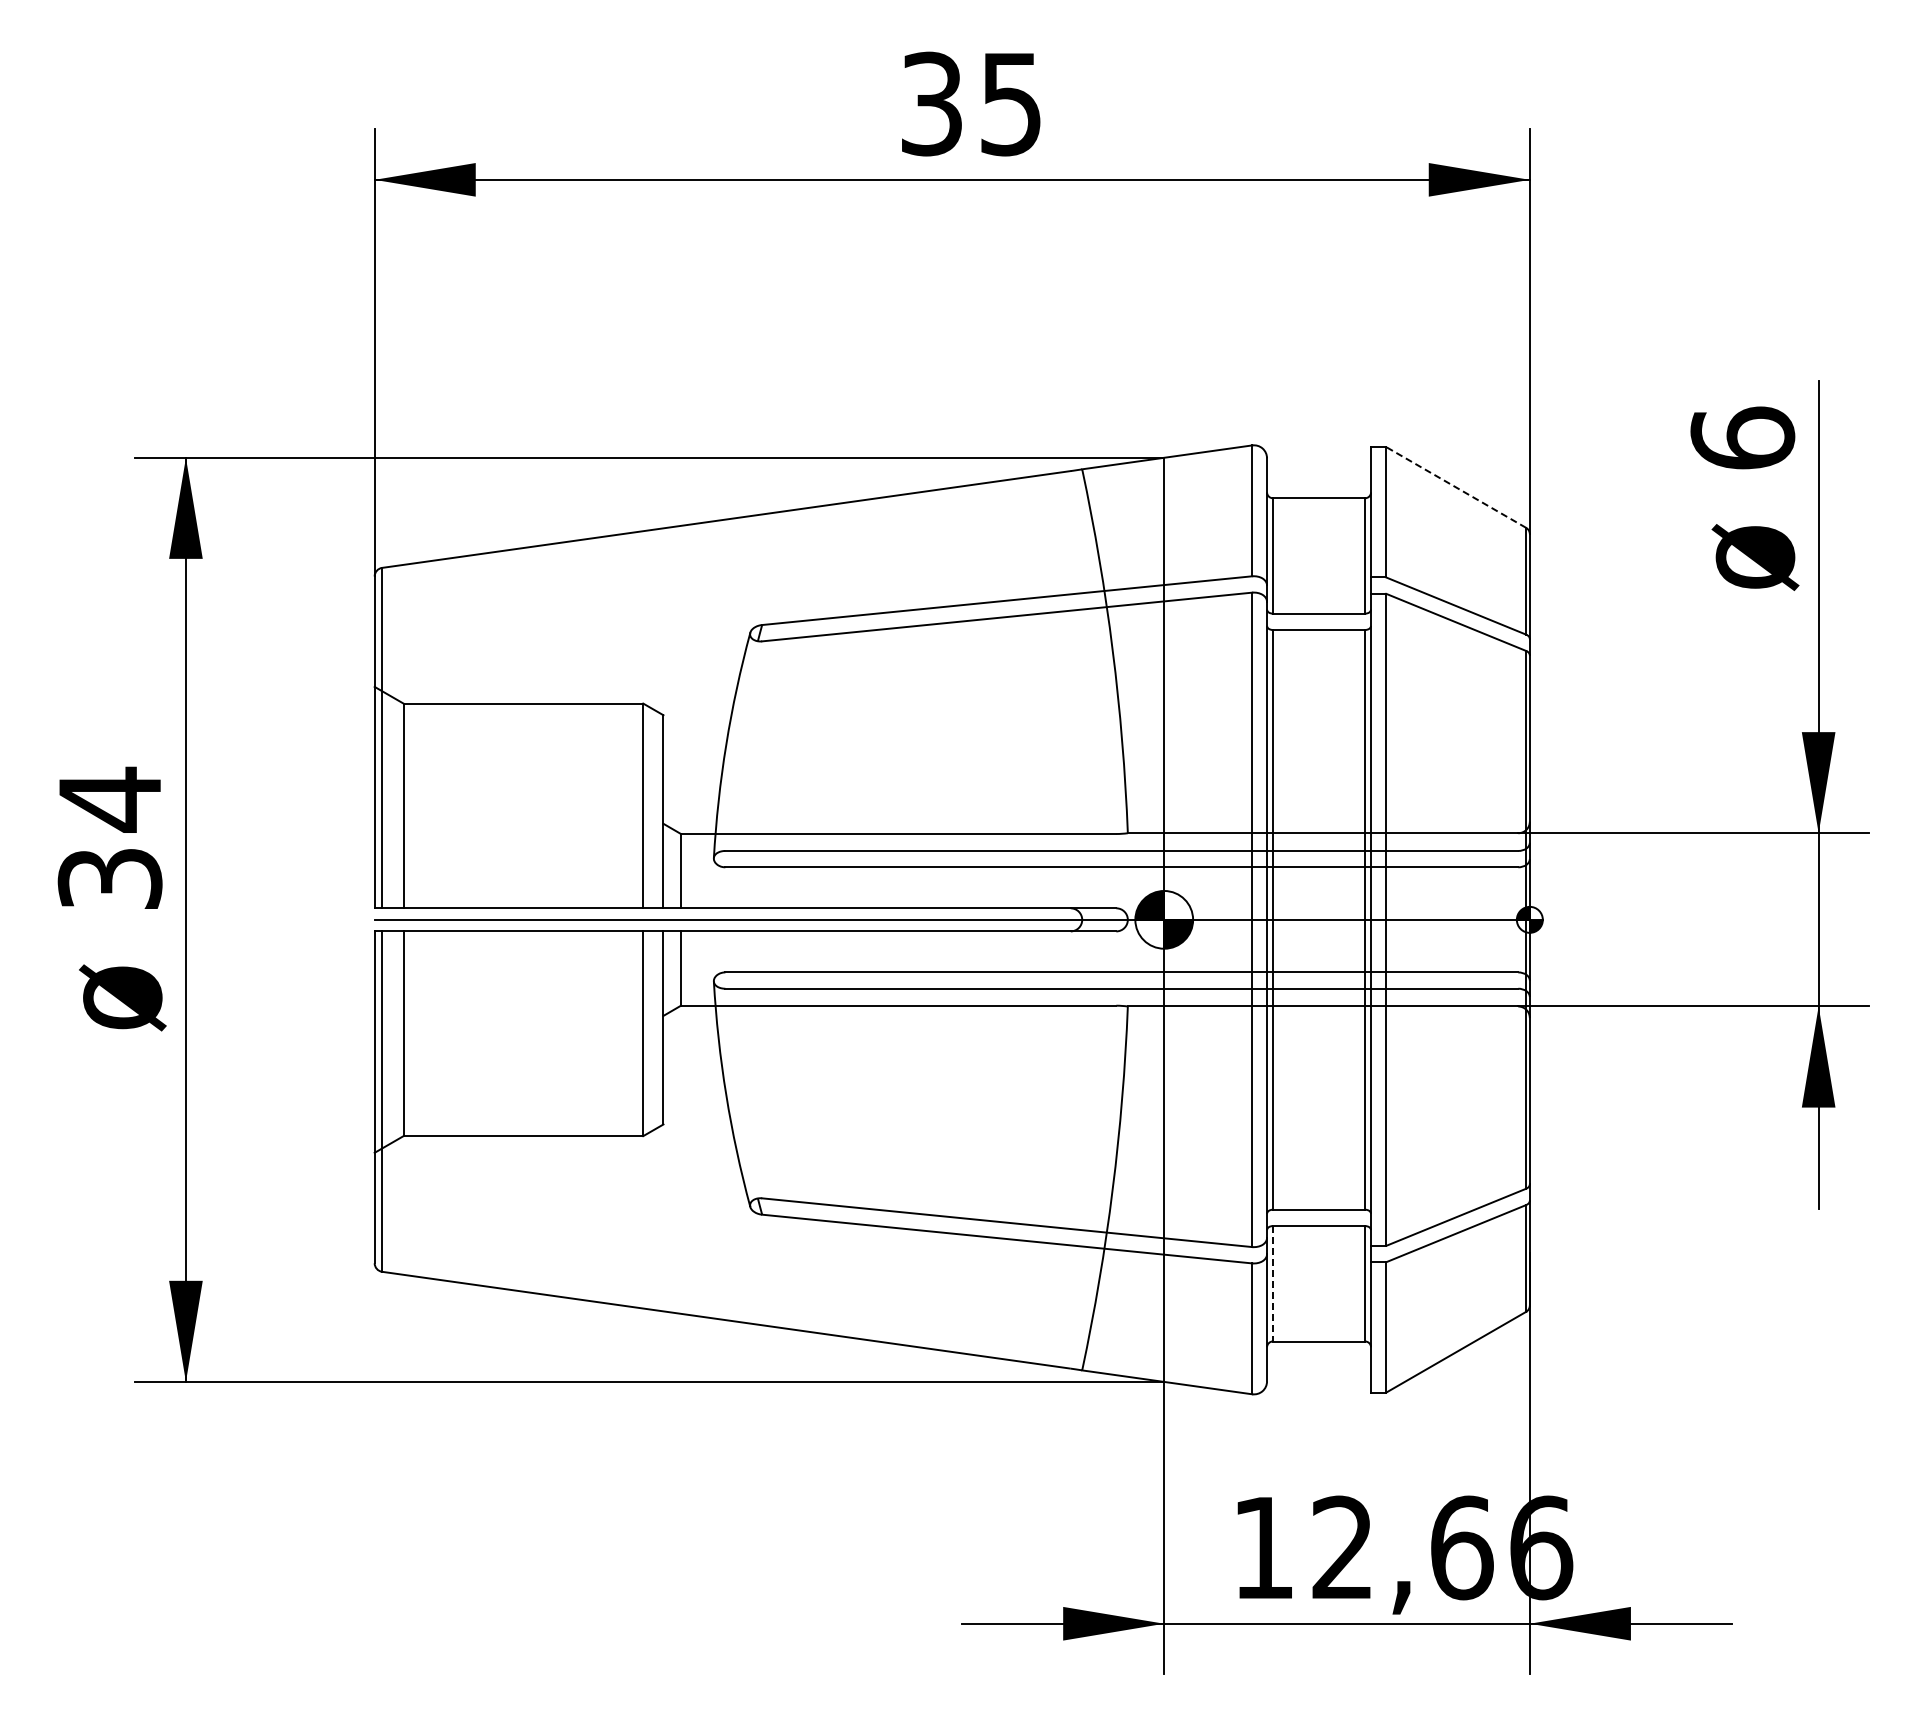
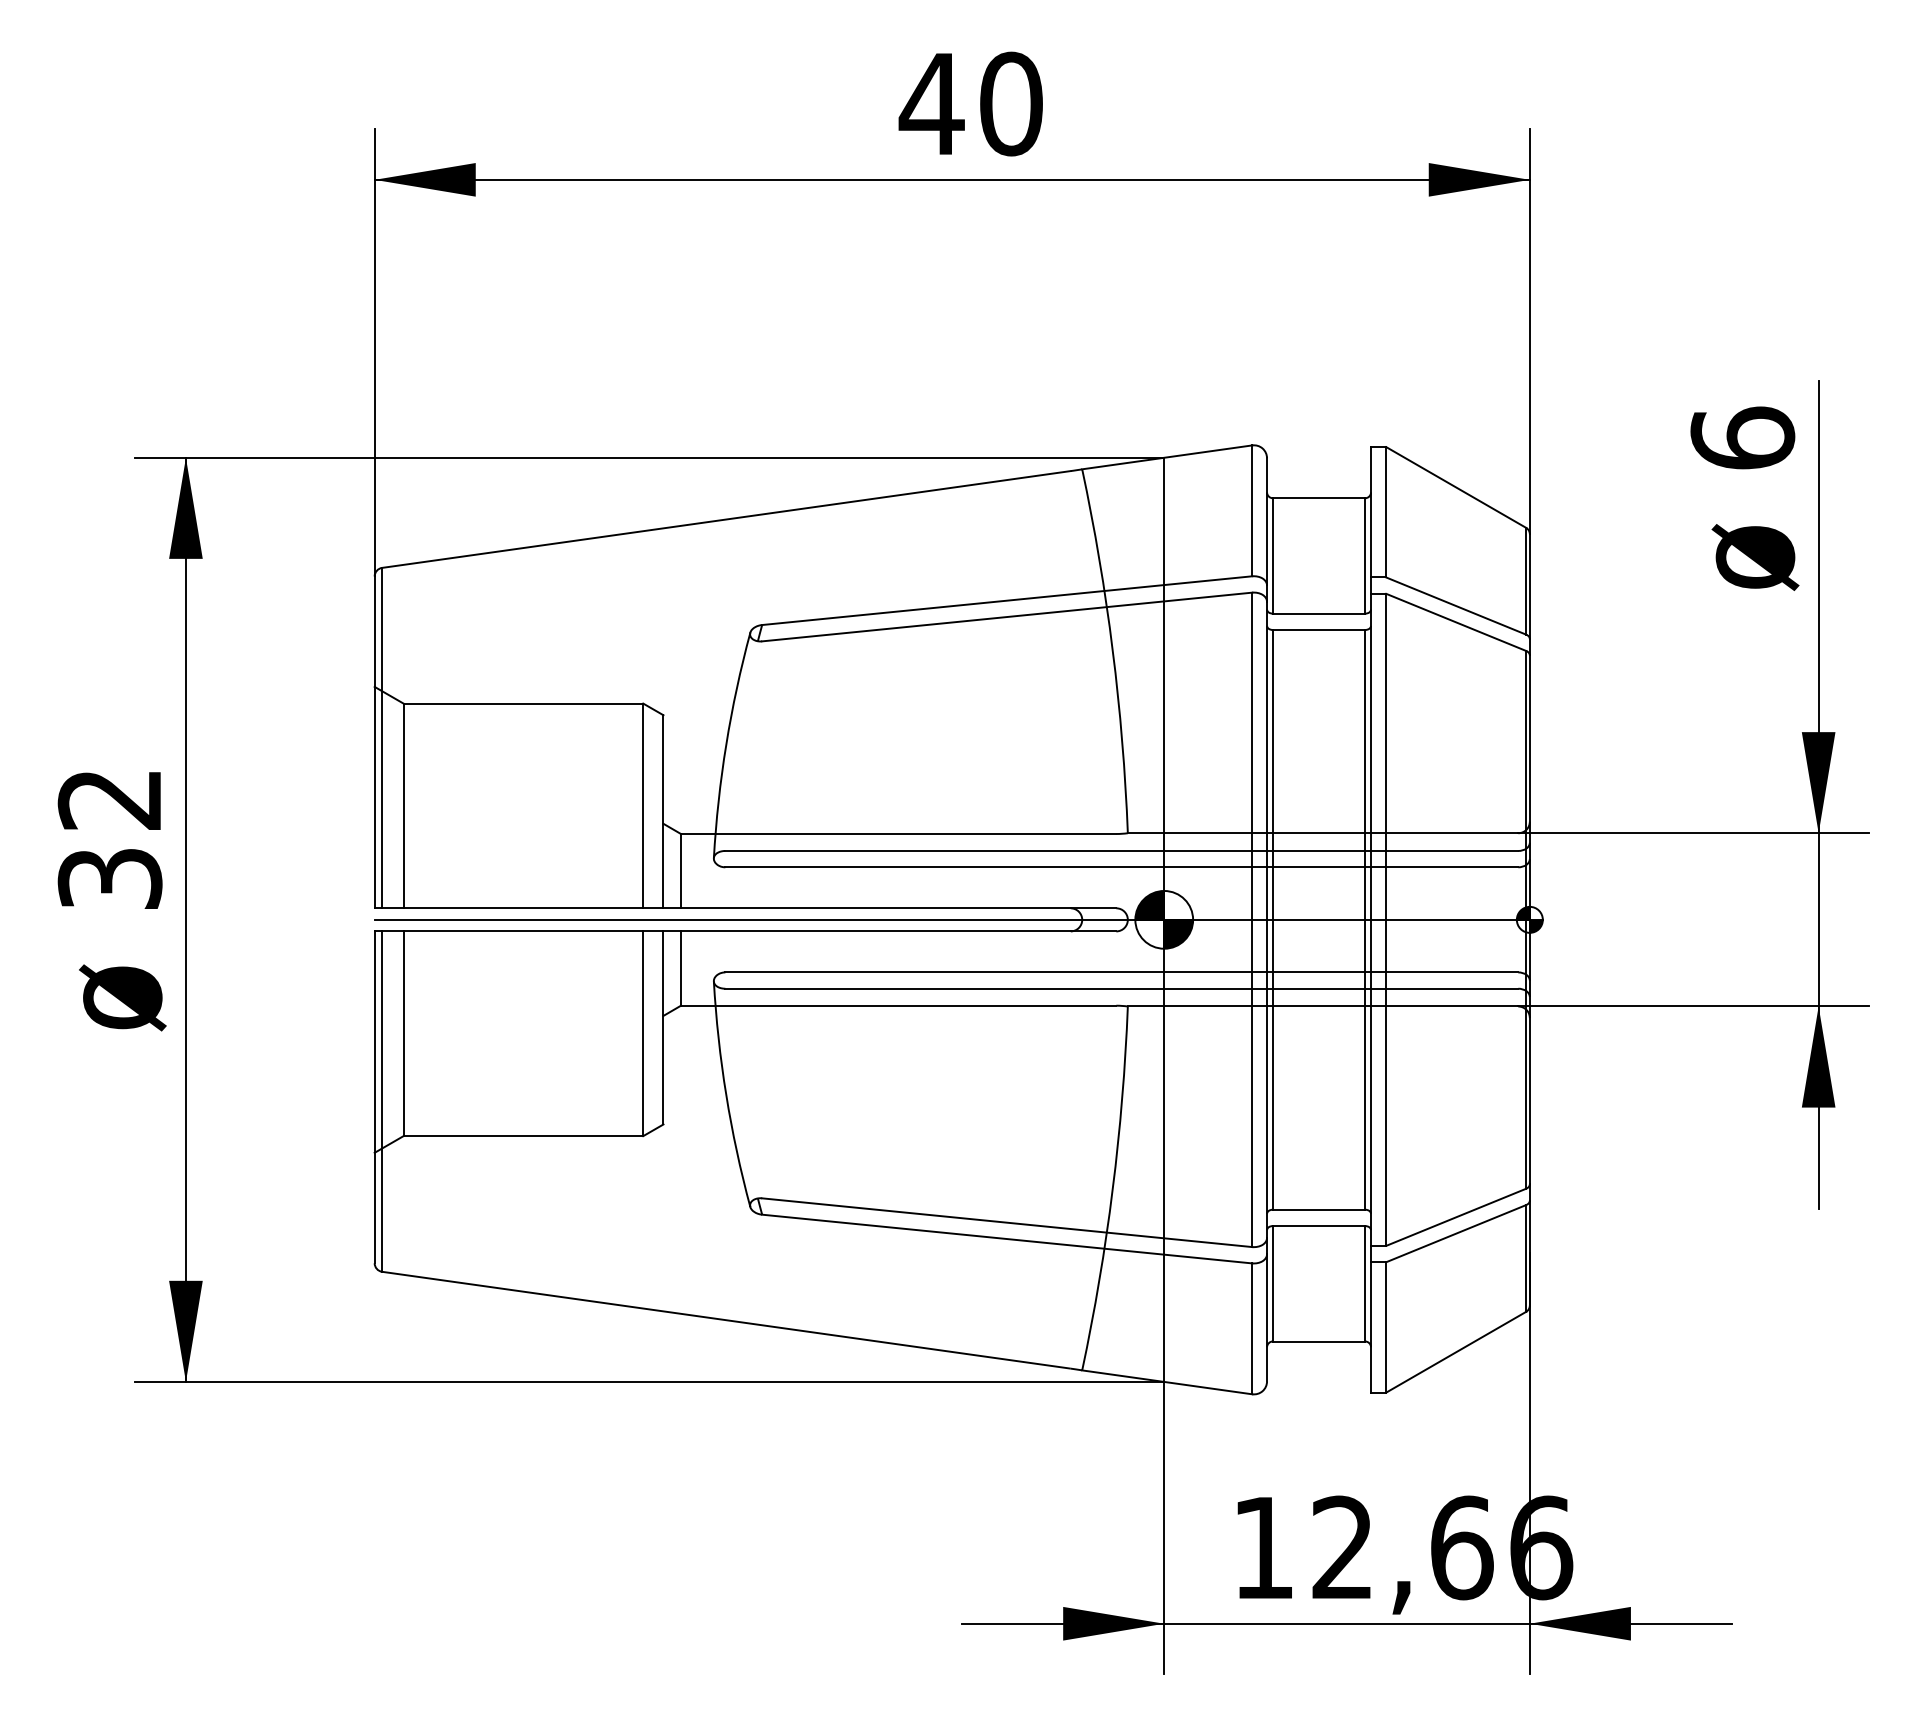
text at (970, 103): 35 -> 40
line at (1456, 487): dashed -> solid
text at (108, 799): 34 -> 32
line at (1272, 1283): dashed -> solid
